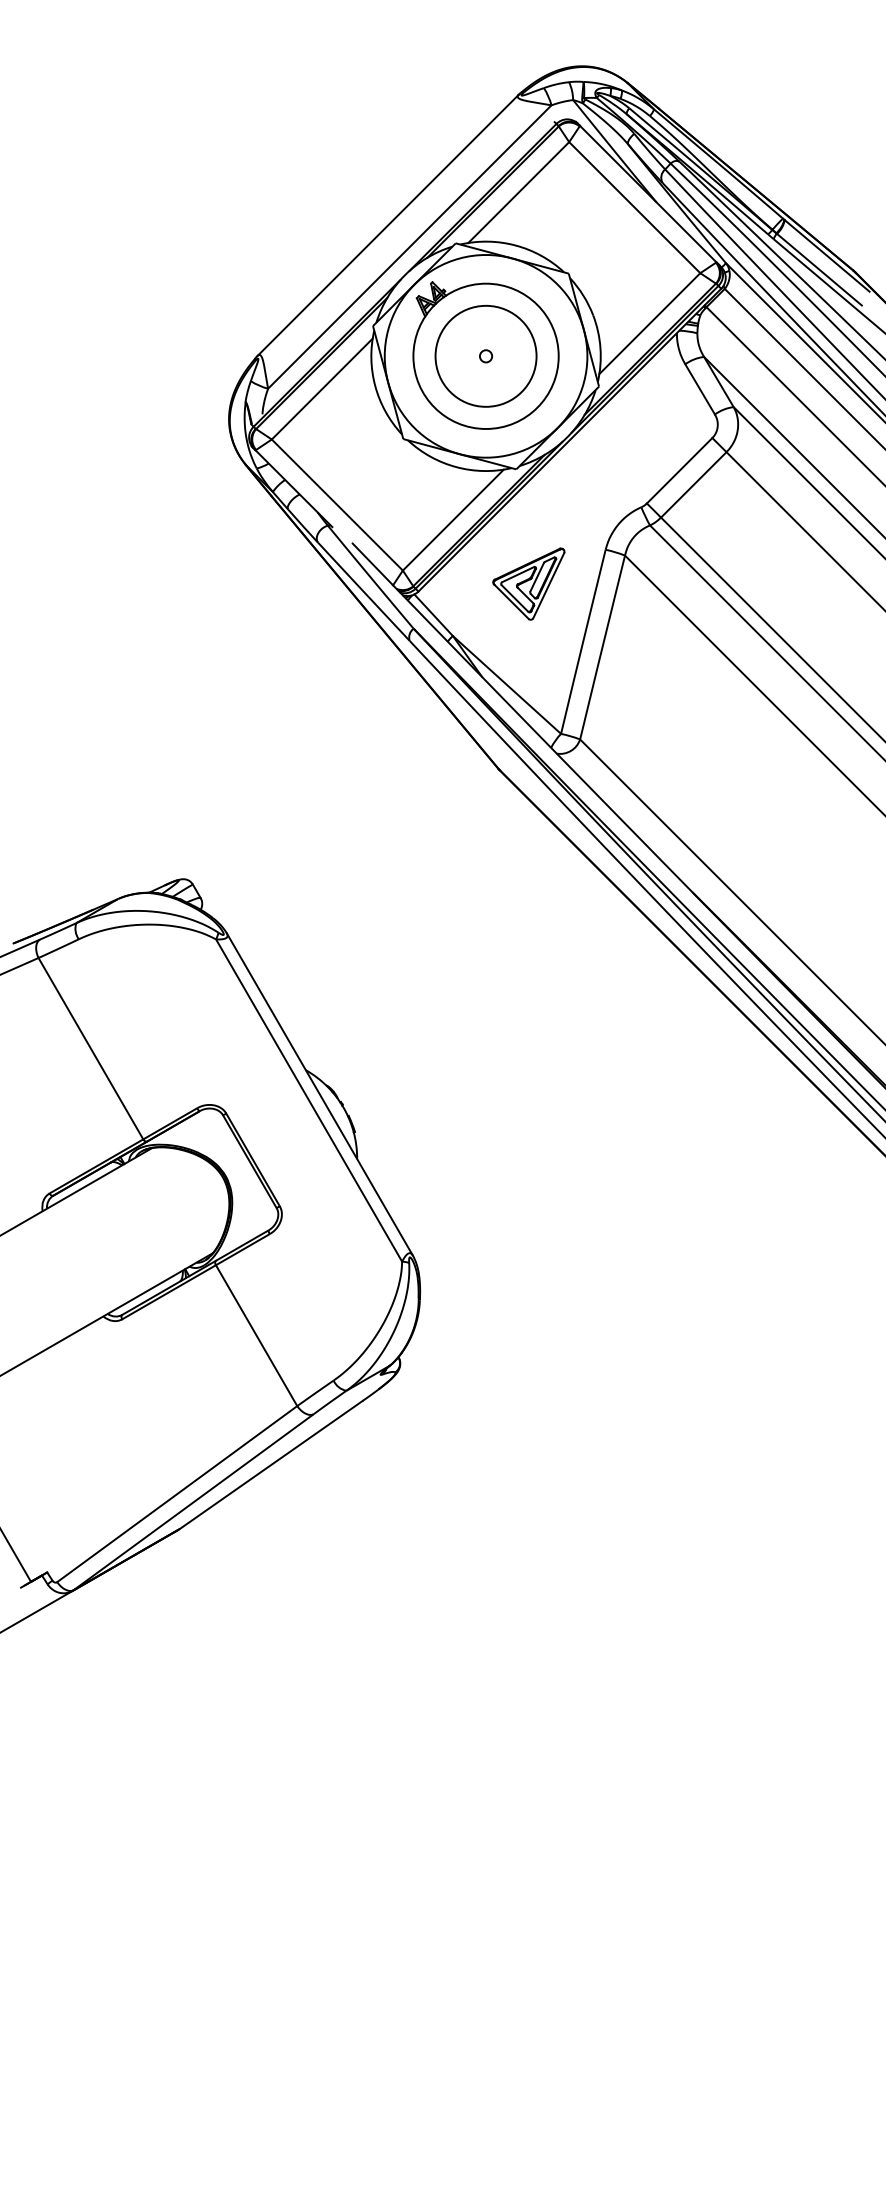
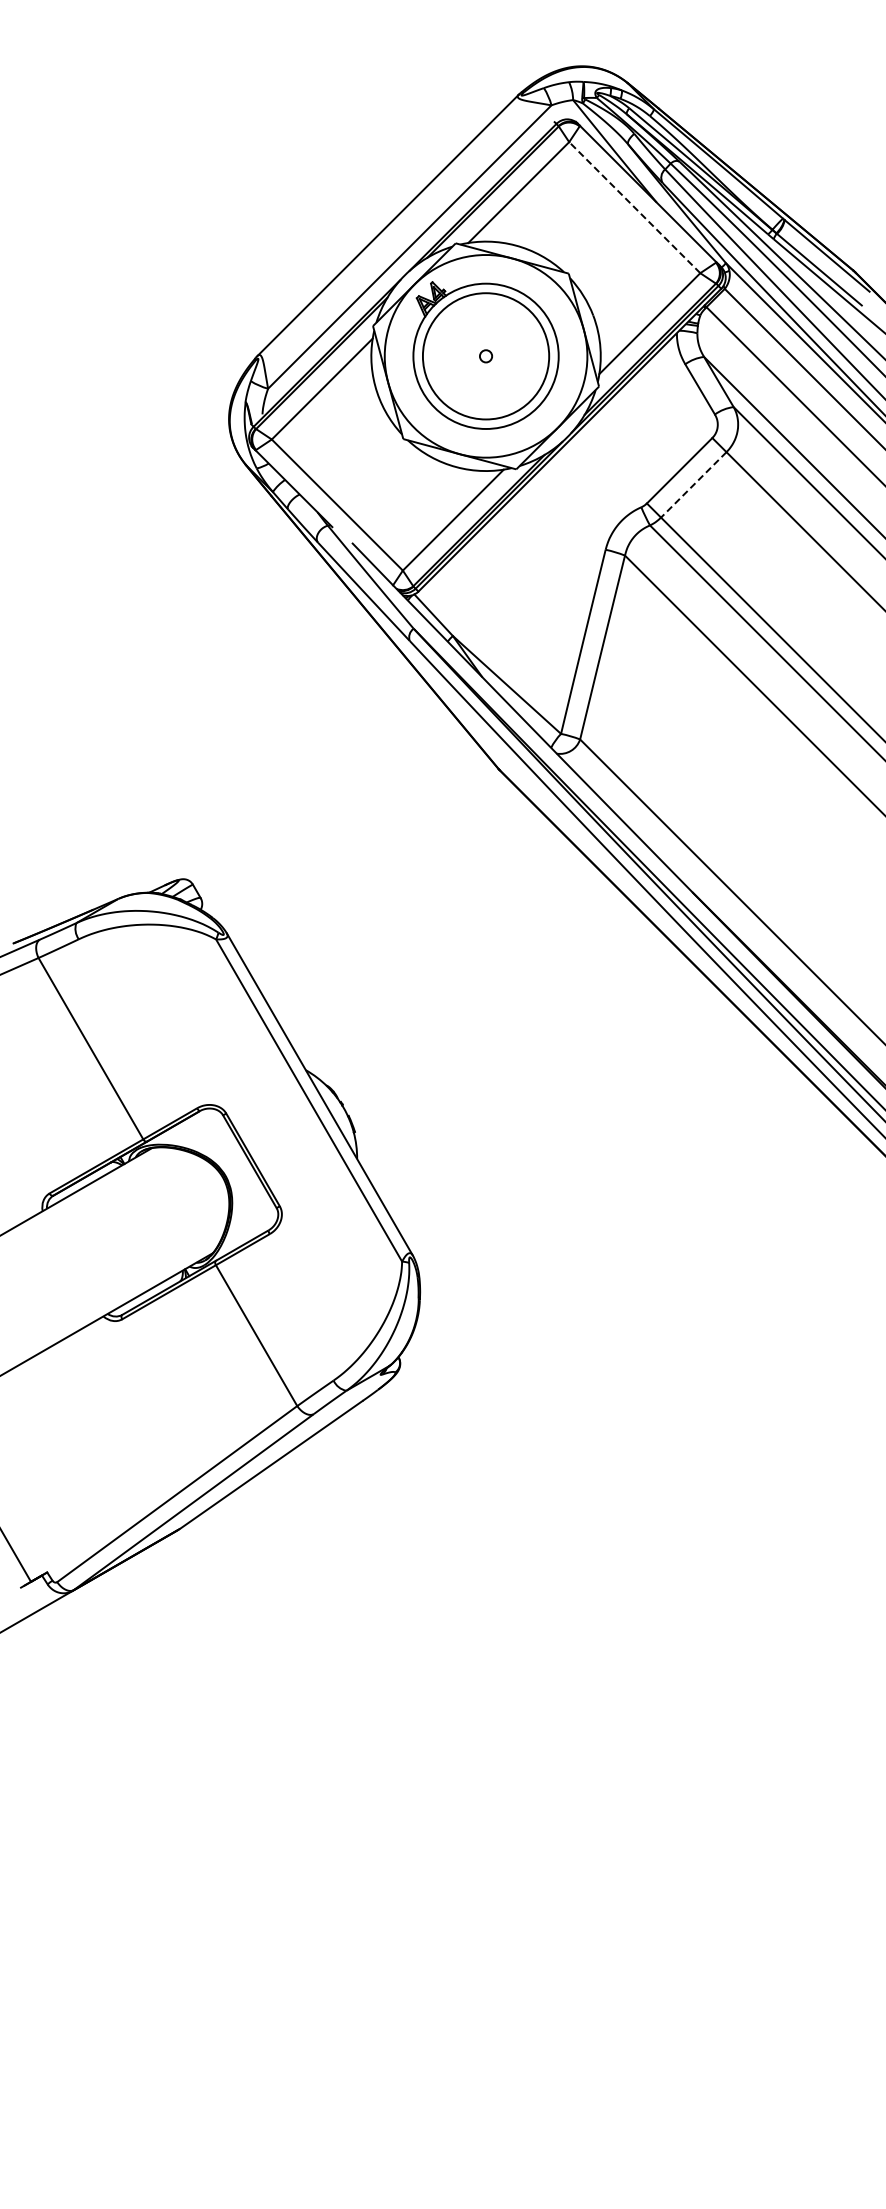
line at (634, 207): solid -> dashed
circle at (485, 355) diameter: 101 px -> 126 px
line at (693, 485): solid -> dashed
part at (528, 583): present -> none
